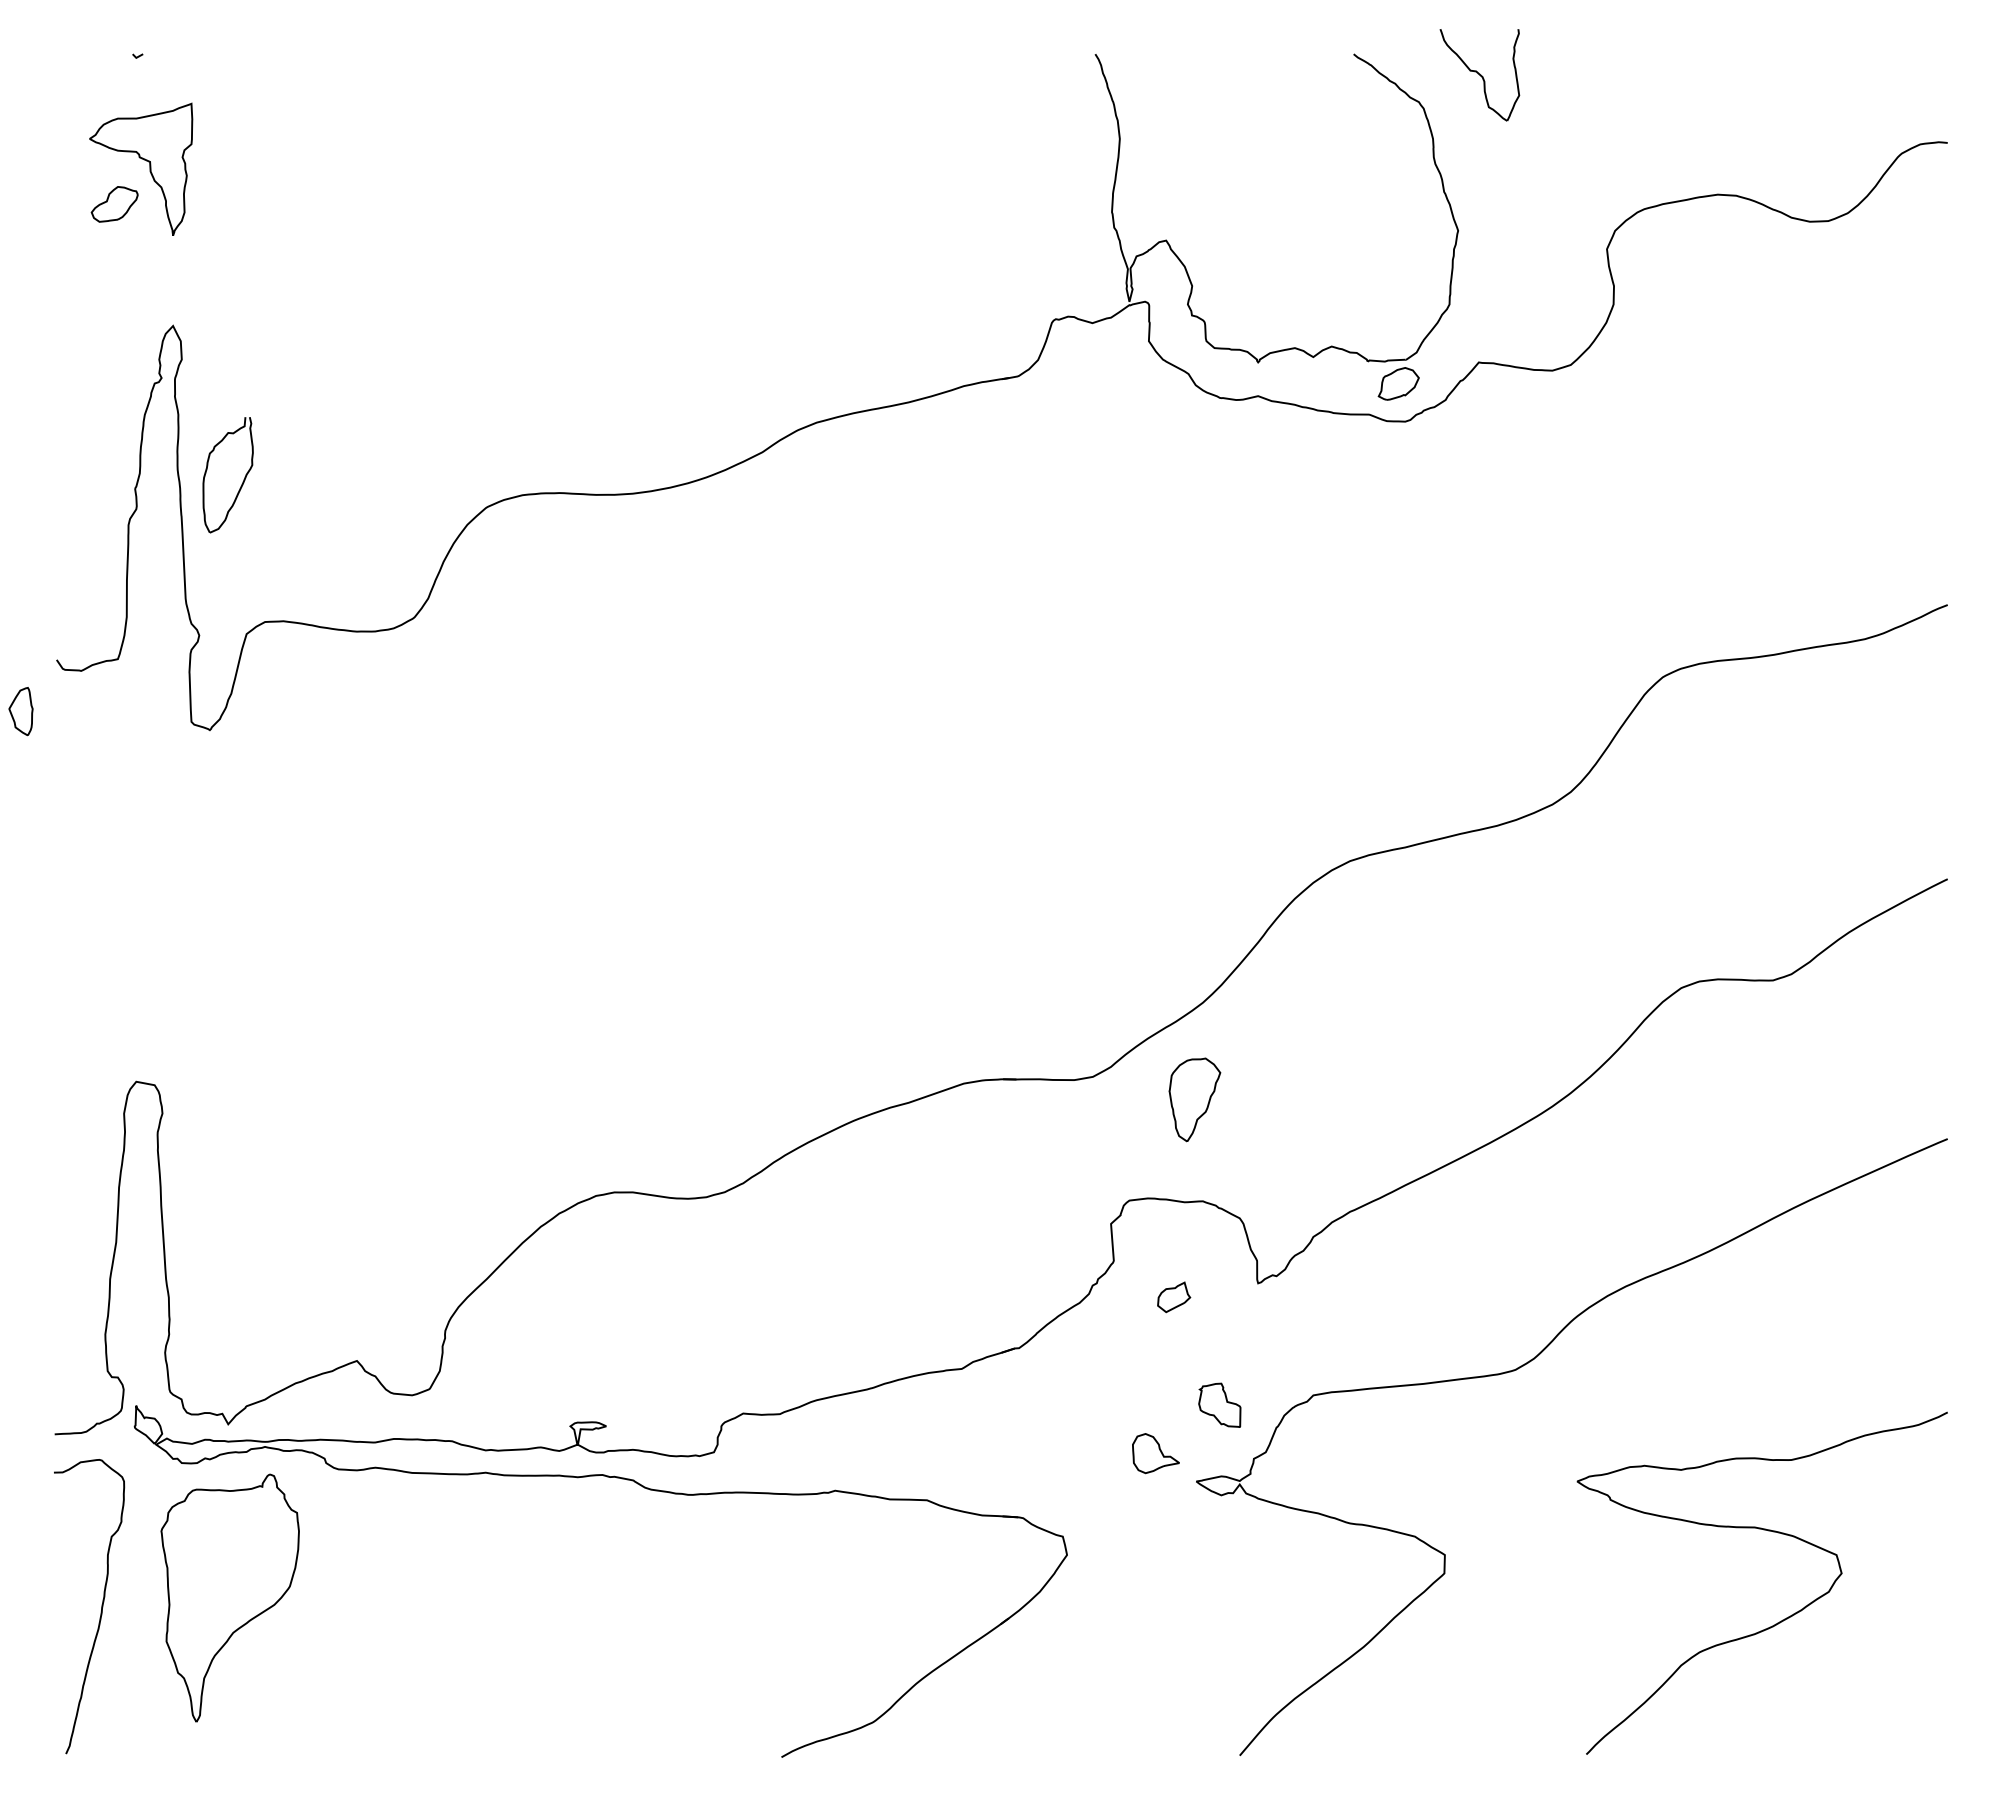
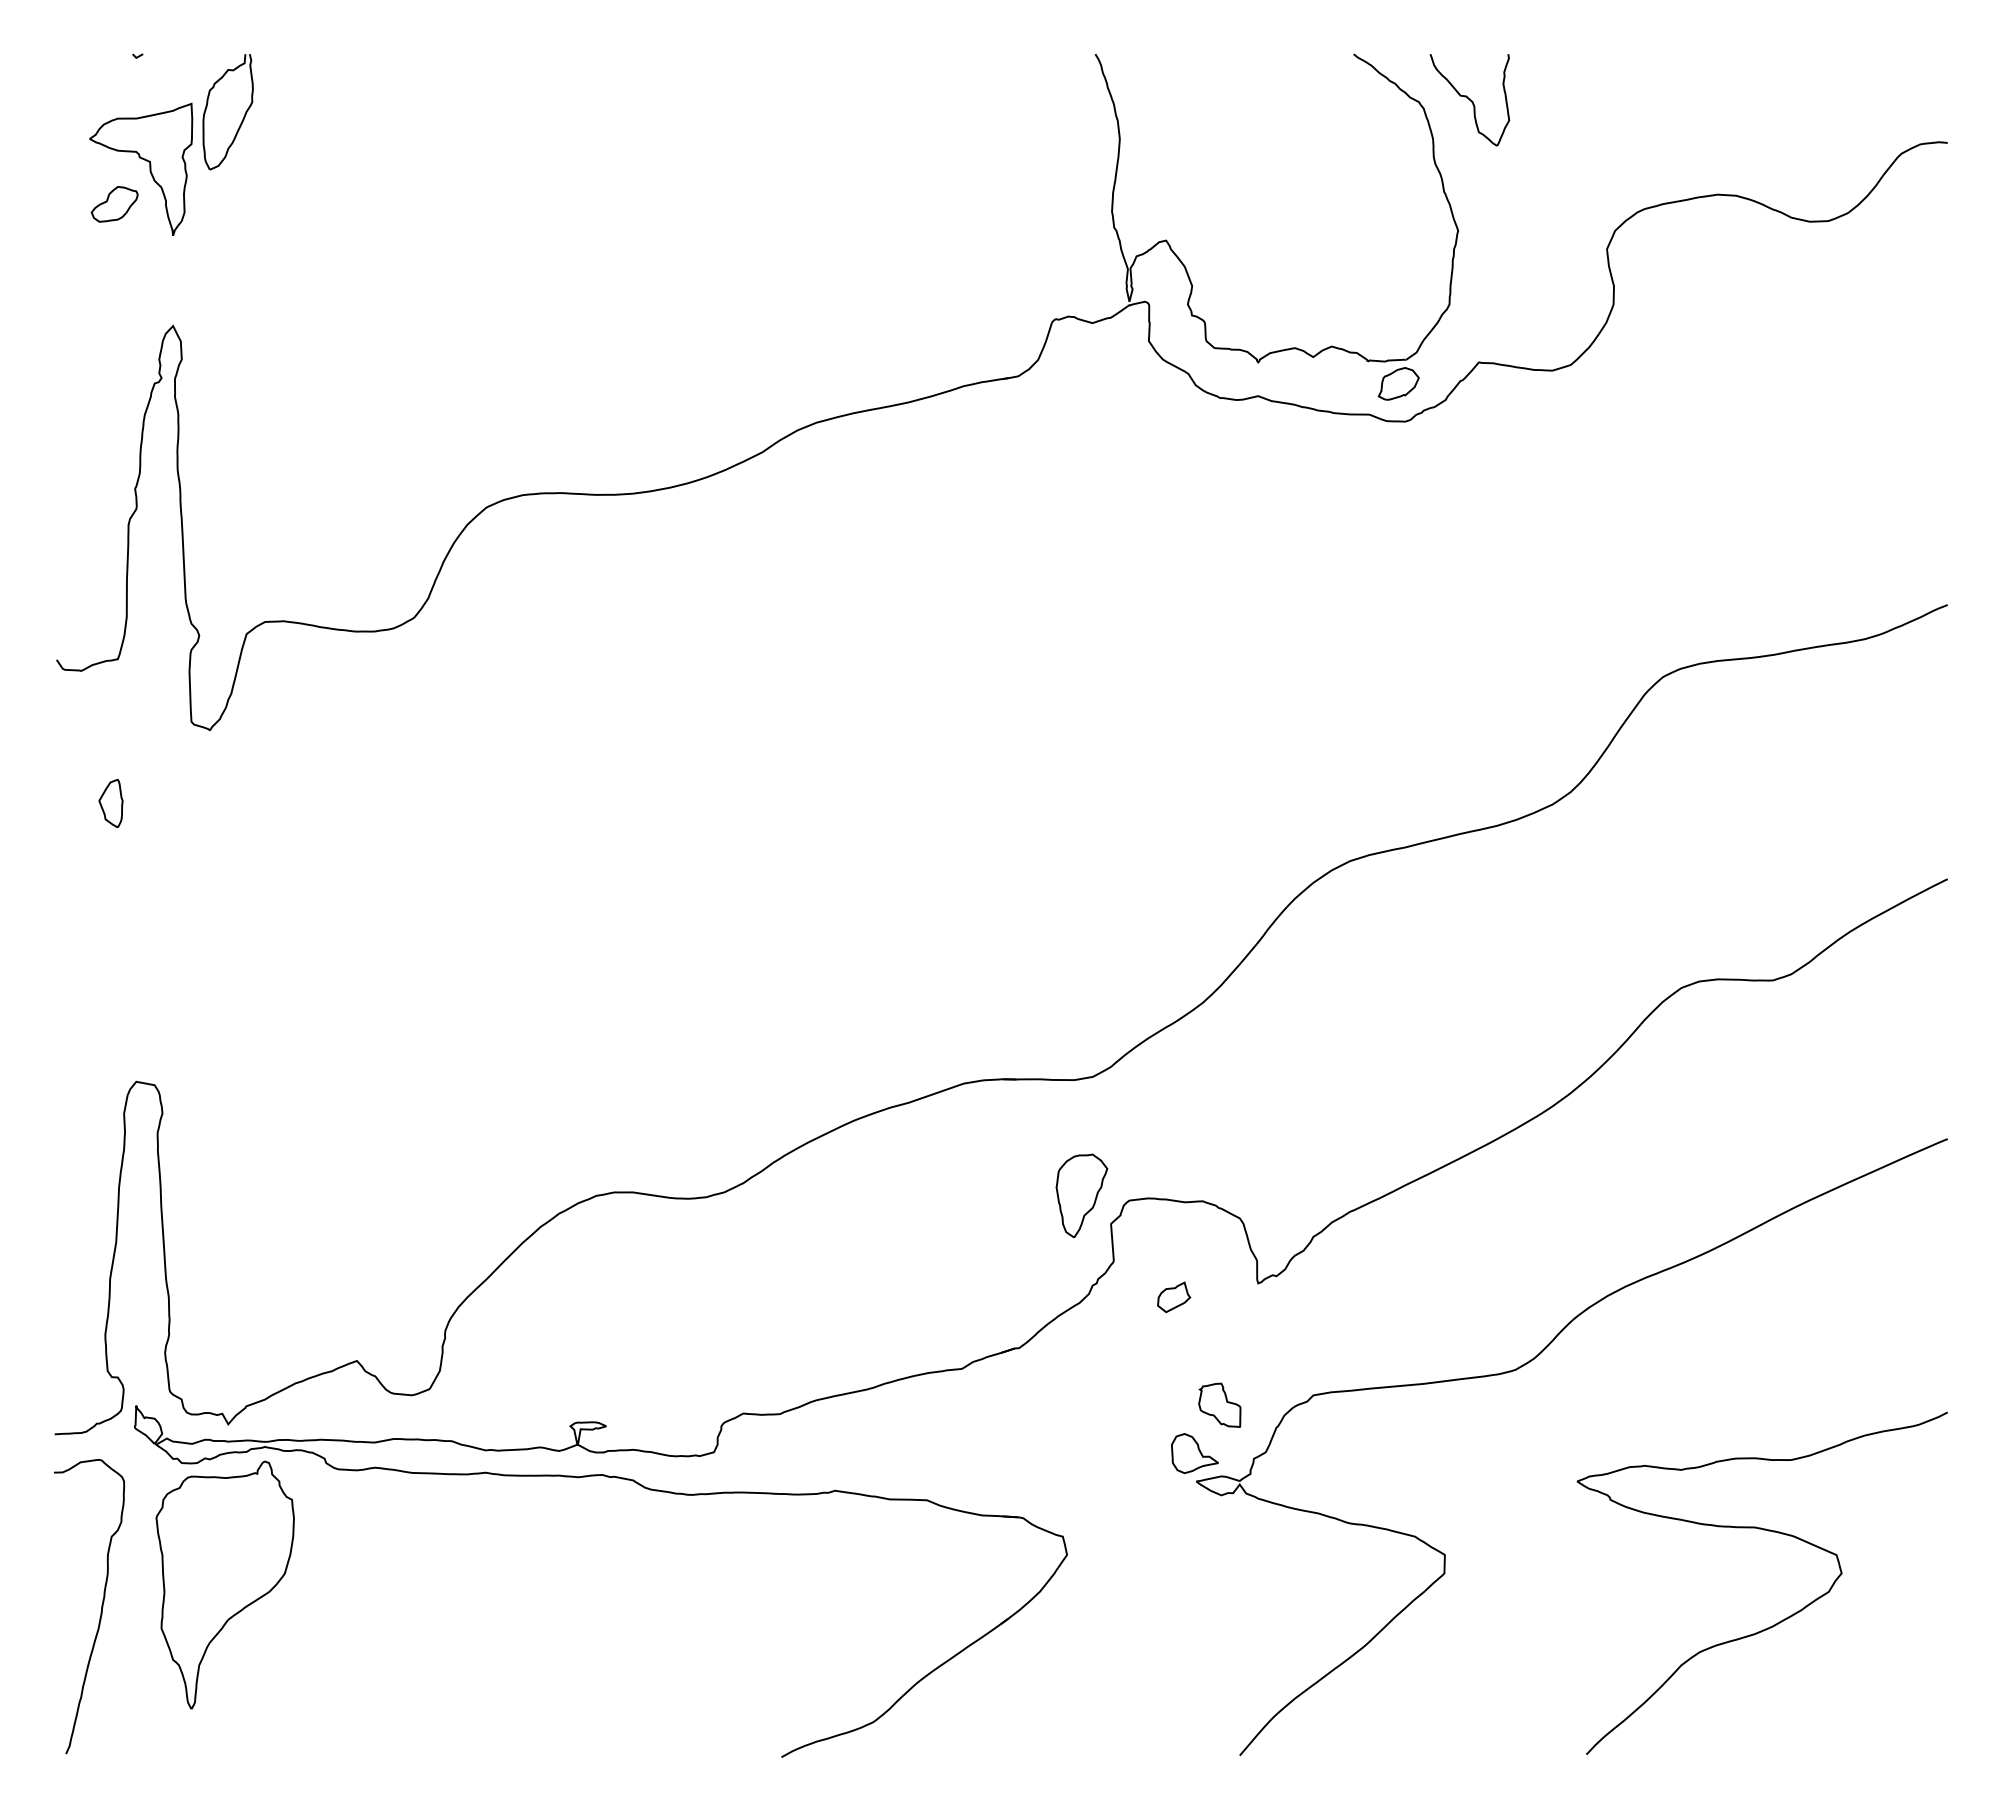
part at (1479, 75) position: (1479, 75) -> (1469, 100)
part at (242, 481) position: (242, 481) -> (242, 118)
part at (20, 711) position: (20, 711) -> (110, 803)
part at (1194, 1099) position: (1194, 1099) -> (1081, 1195)
part at (1155, 1453) position: (1155, 1453) -> (1194, 1453)
part at (229, 1597) position: (229, 1597) -> (224, 1584)
